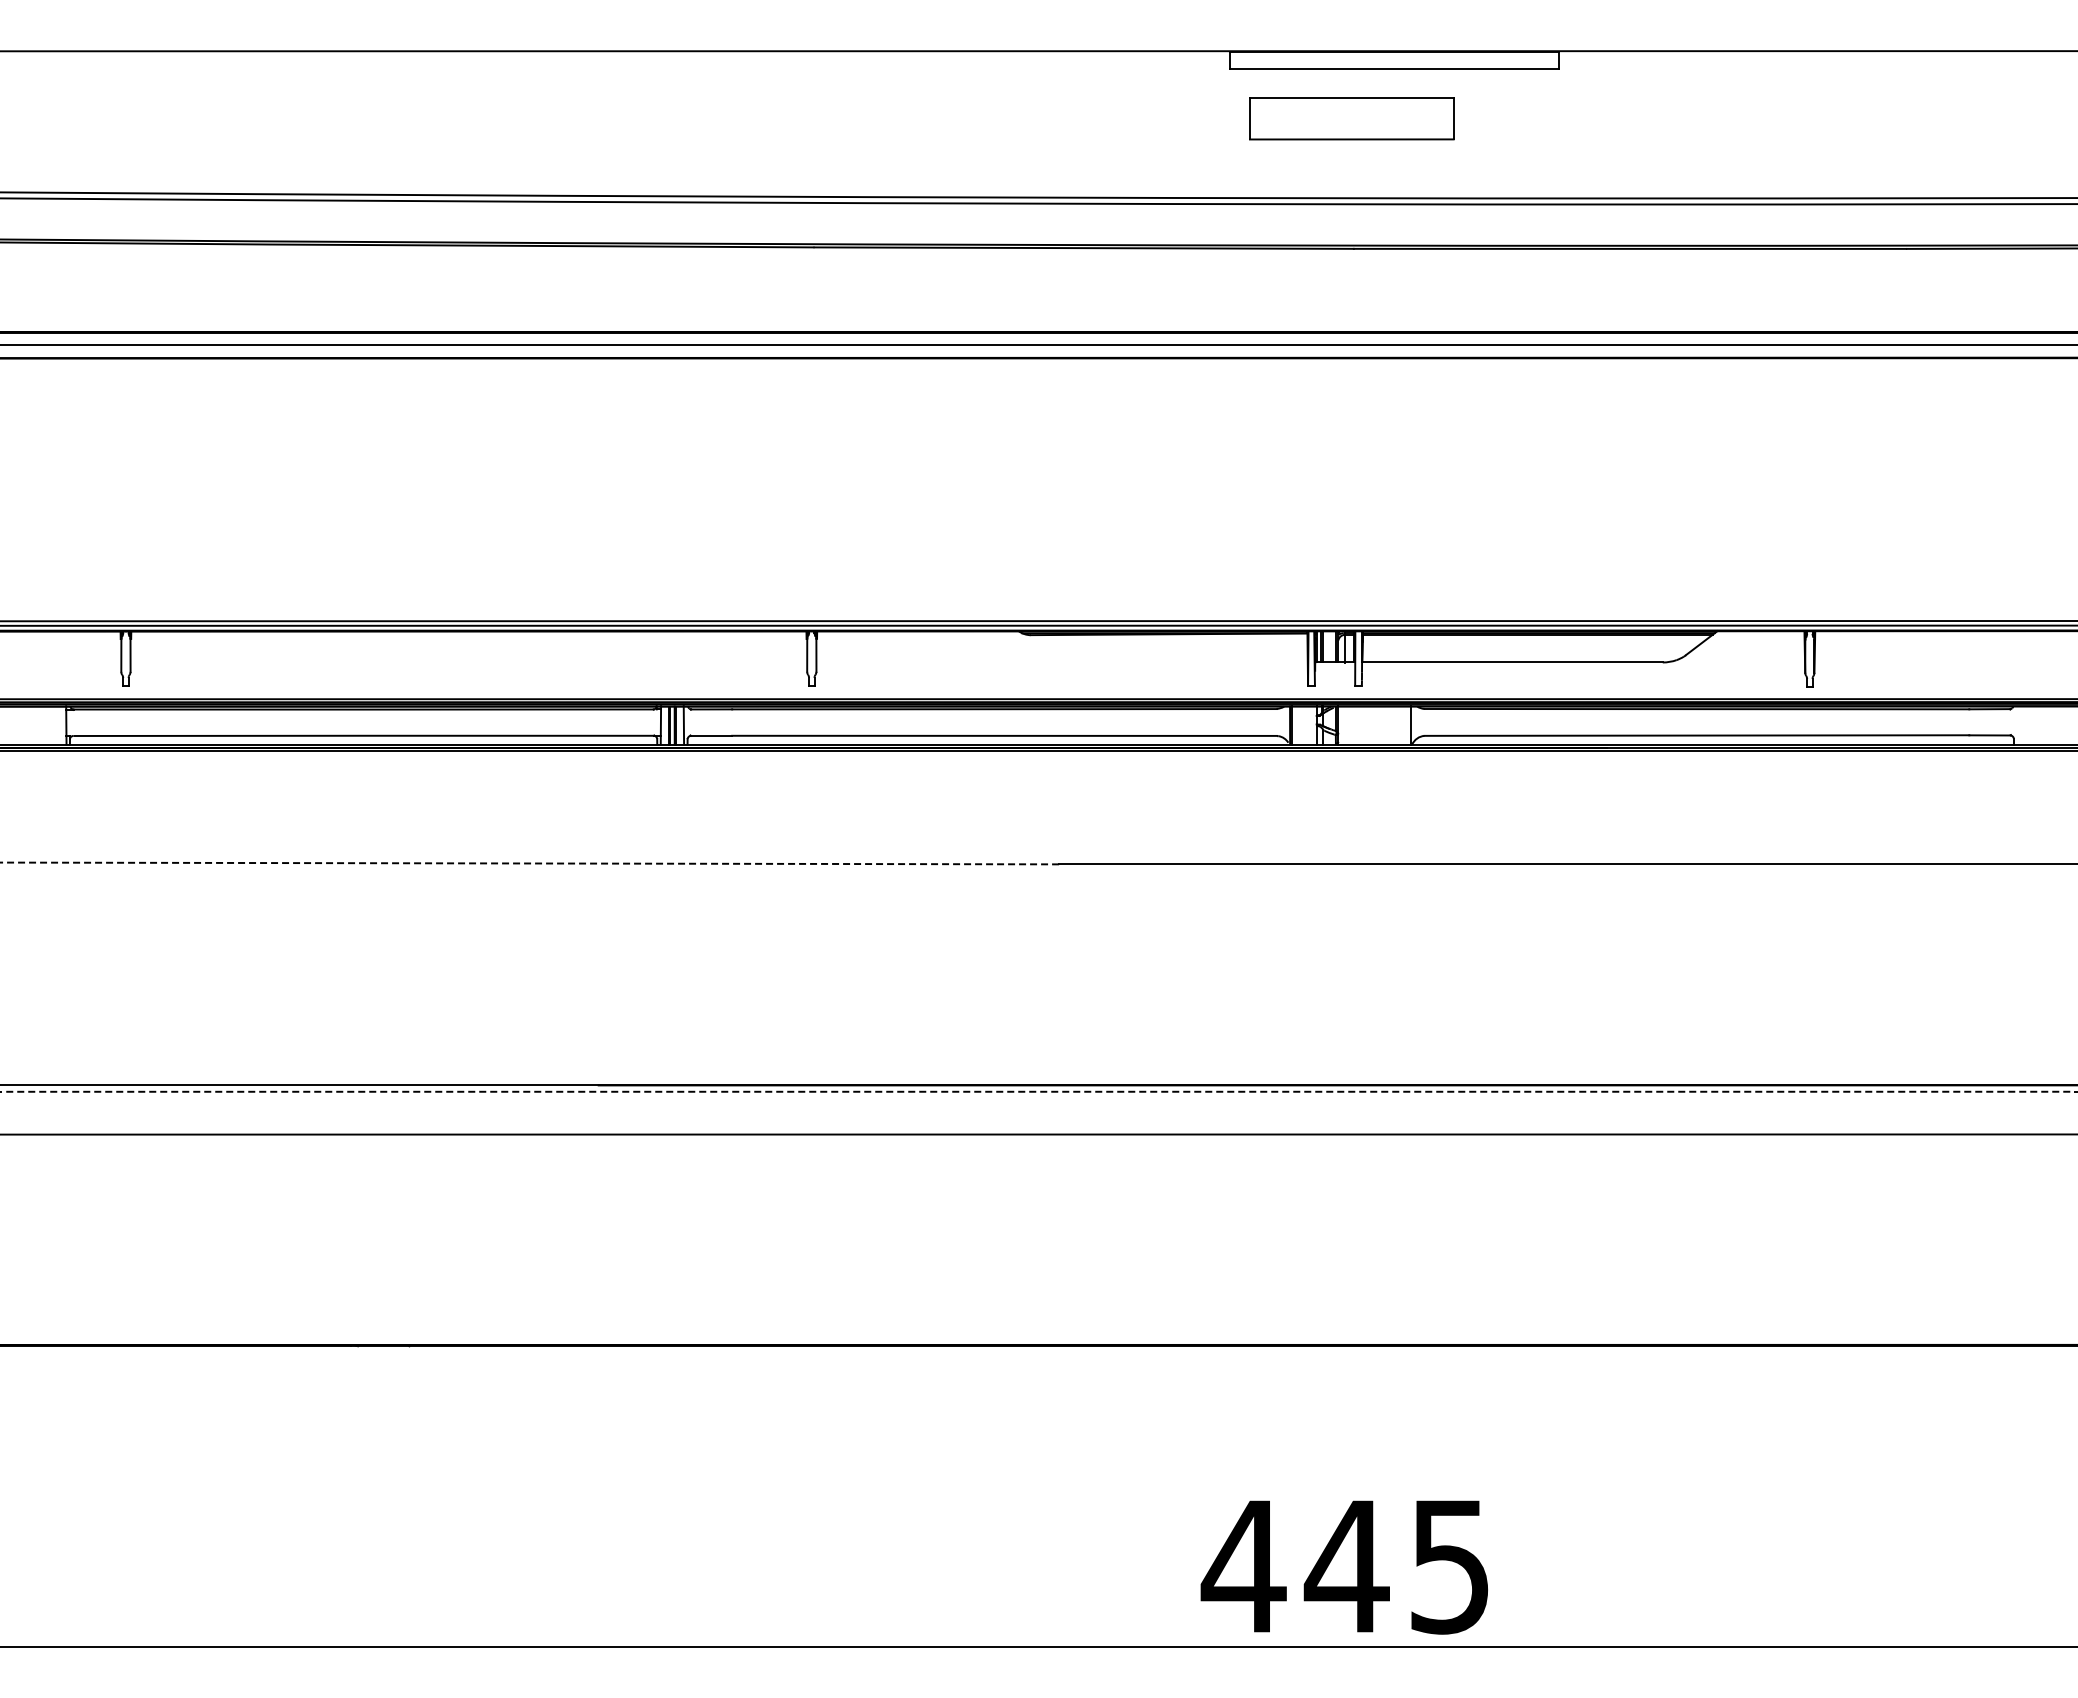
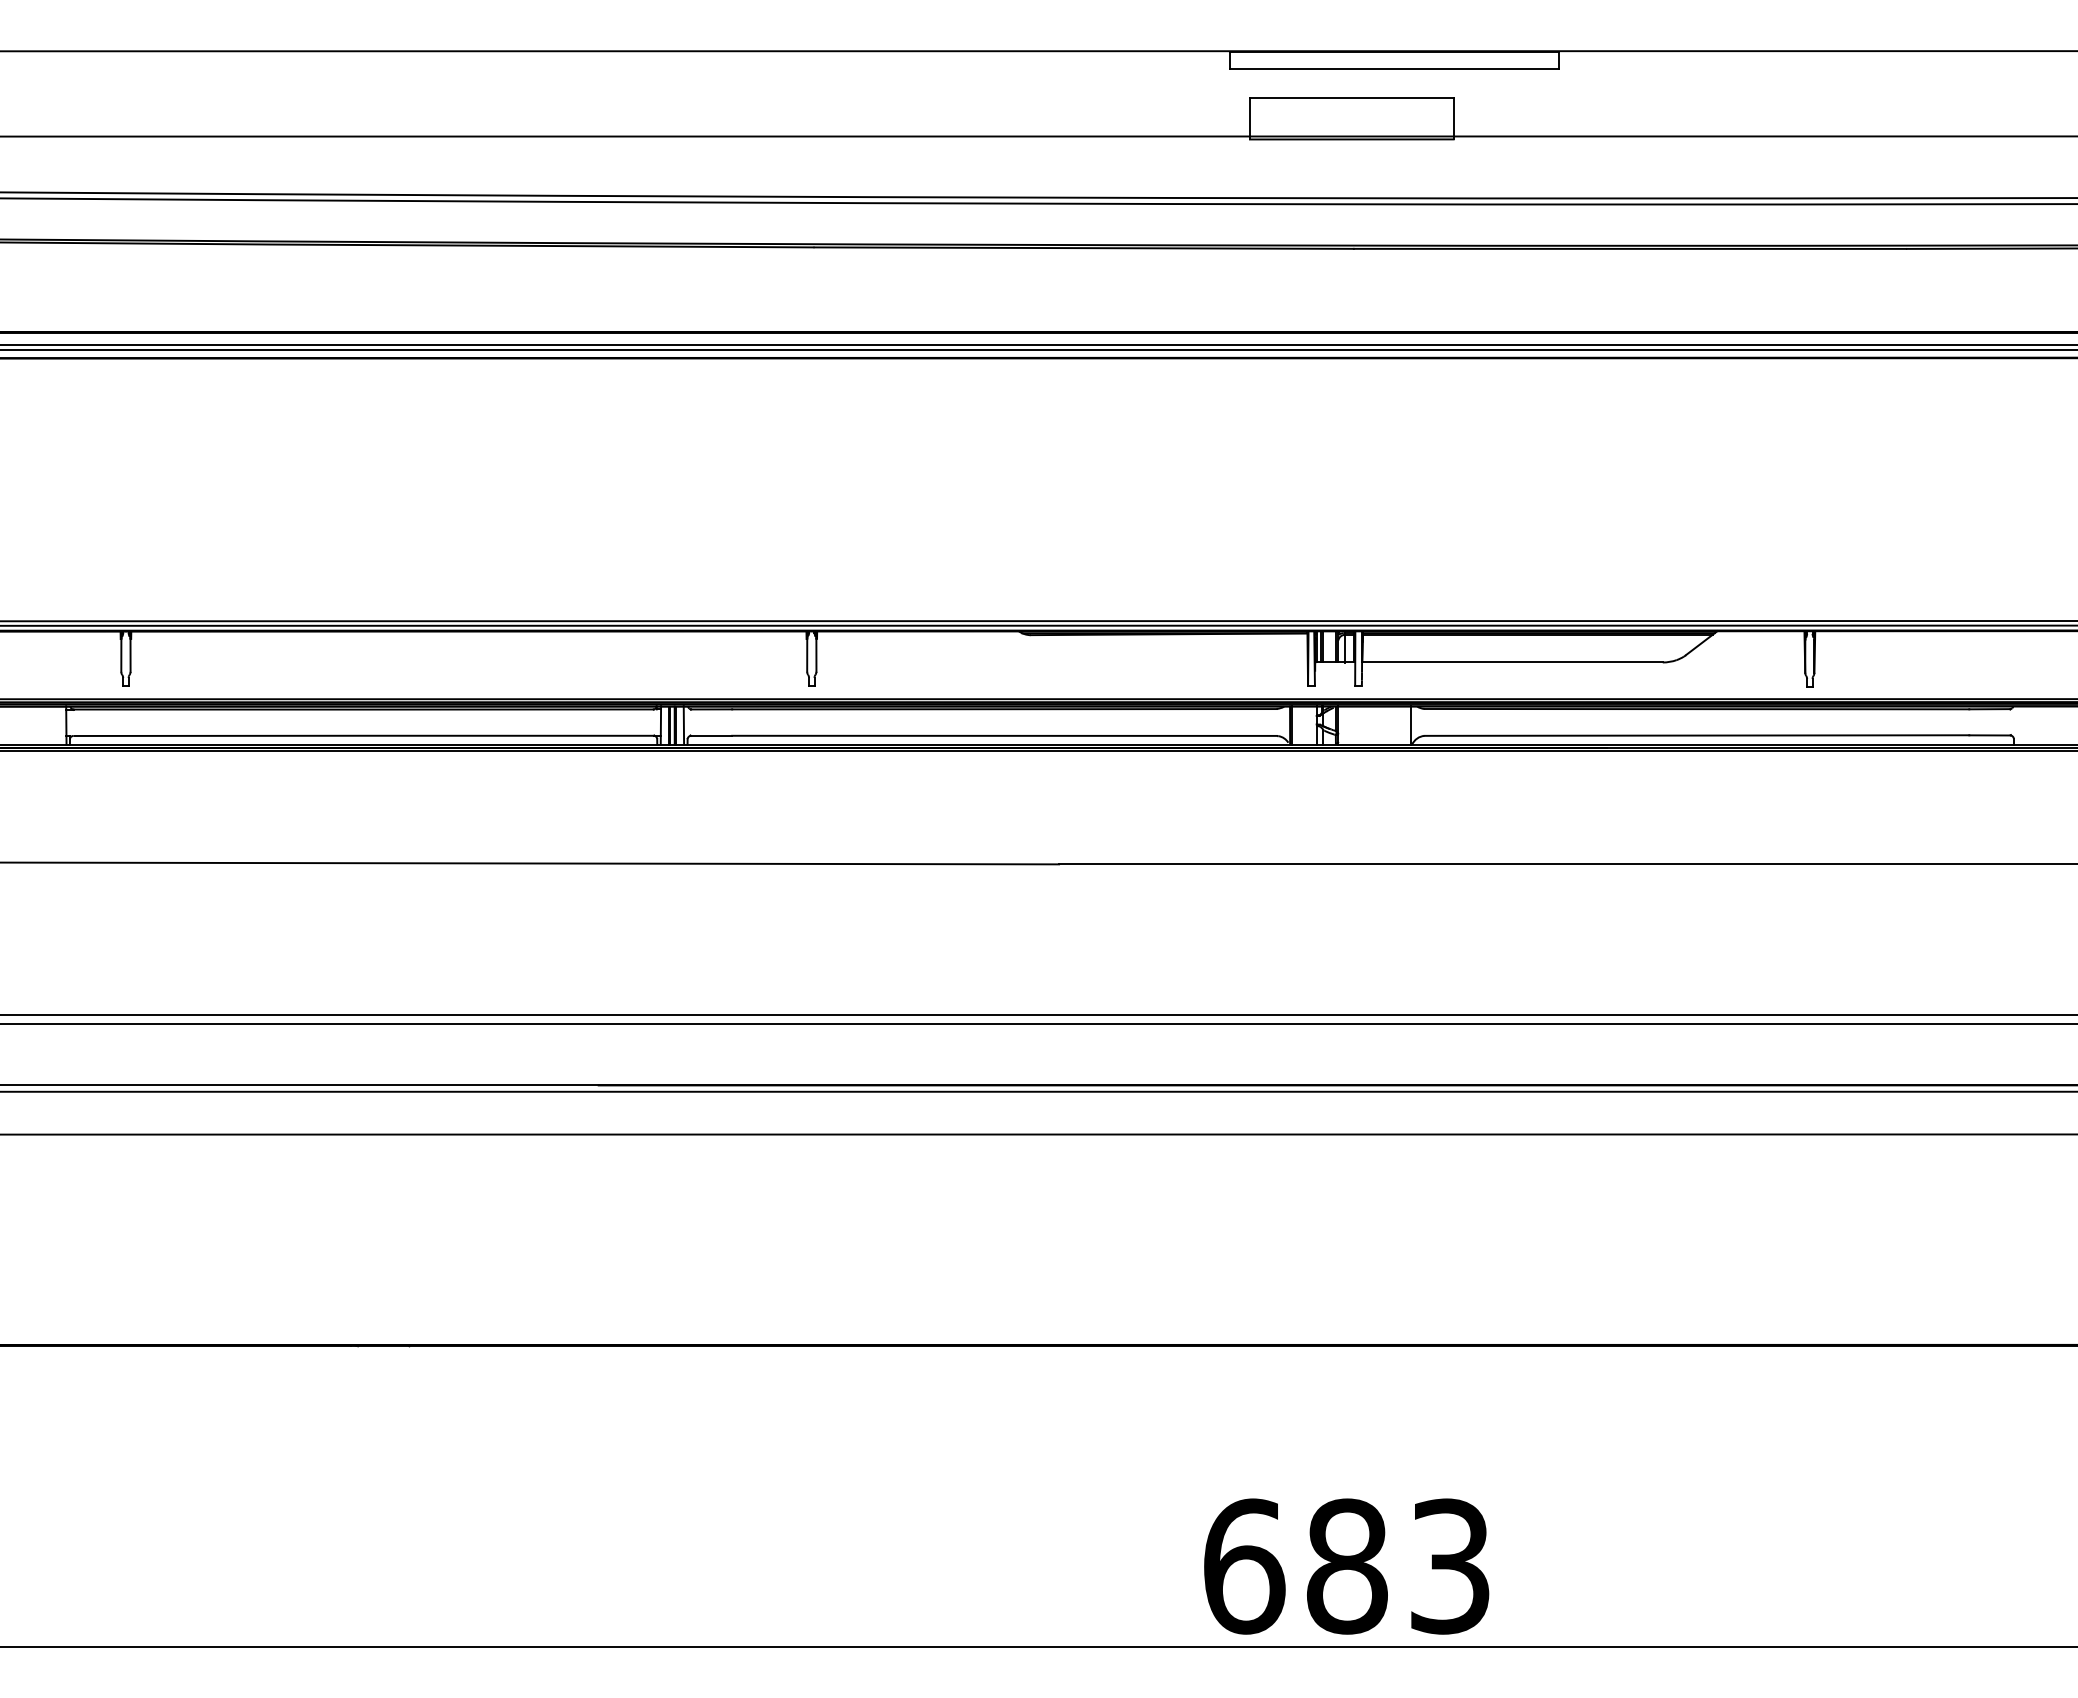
line at (1038, 136): none -> present
line at (1038, 350): none -> present
line at (529, 863): dashed -> solid
line at (1038, 1014): none -> present
line at (1038, 1023): none -> present
line at (1038, 1091): dashed -> solid
text at (1344, 1566): 445 -> 683
